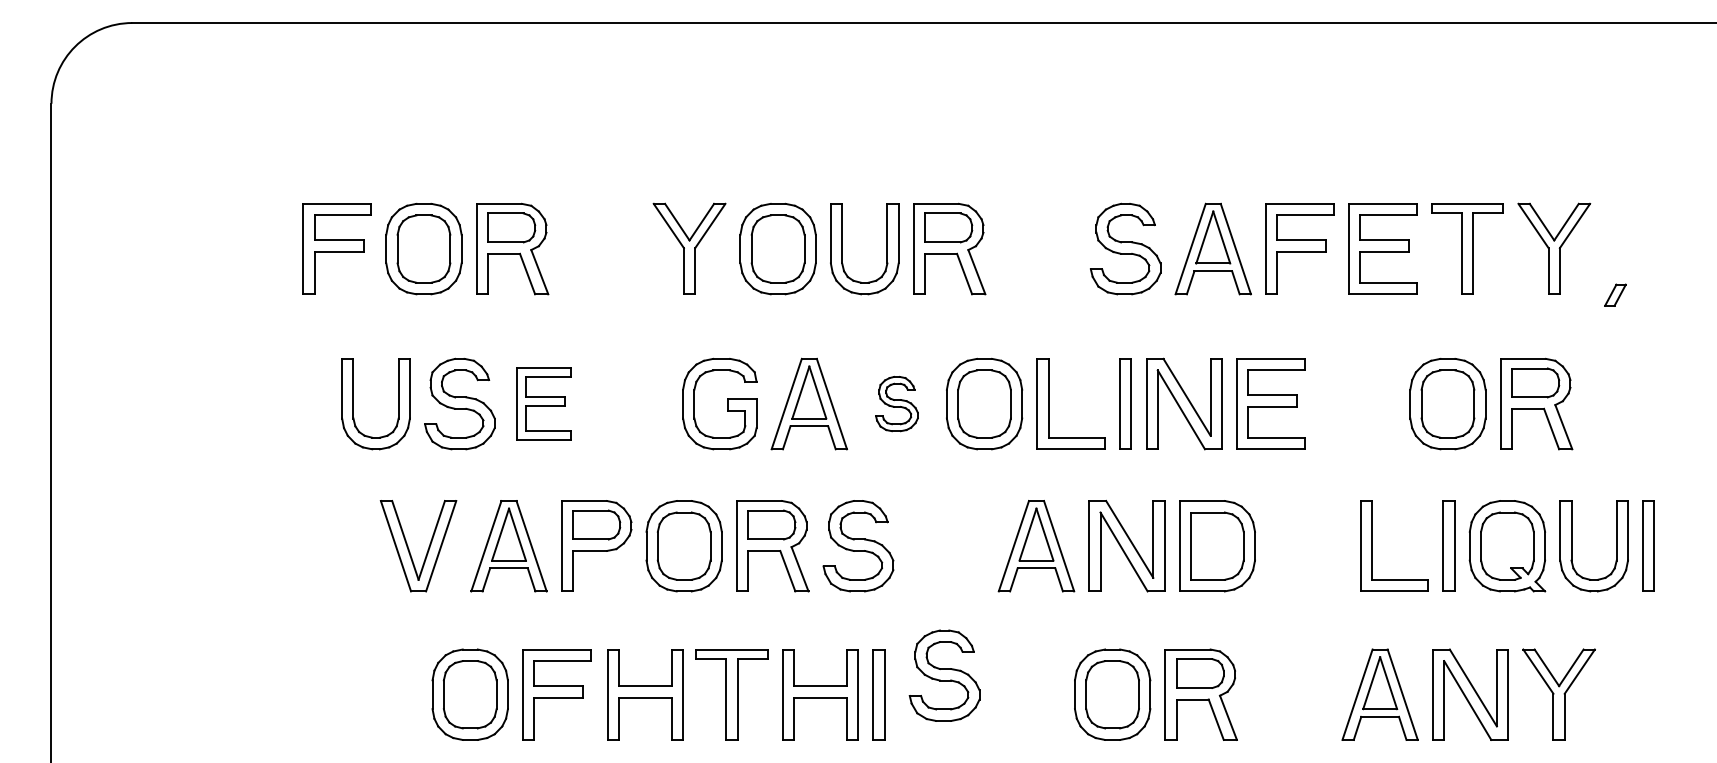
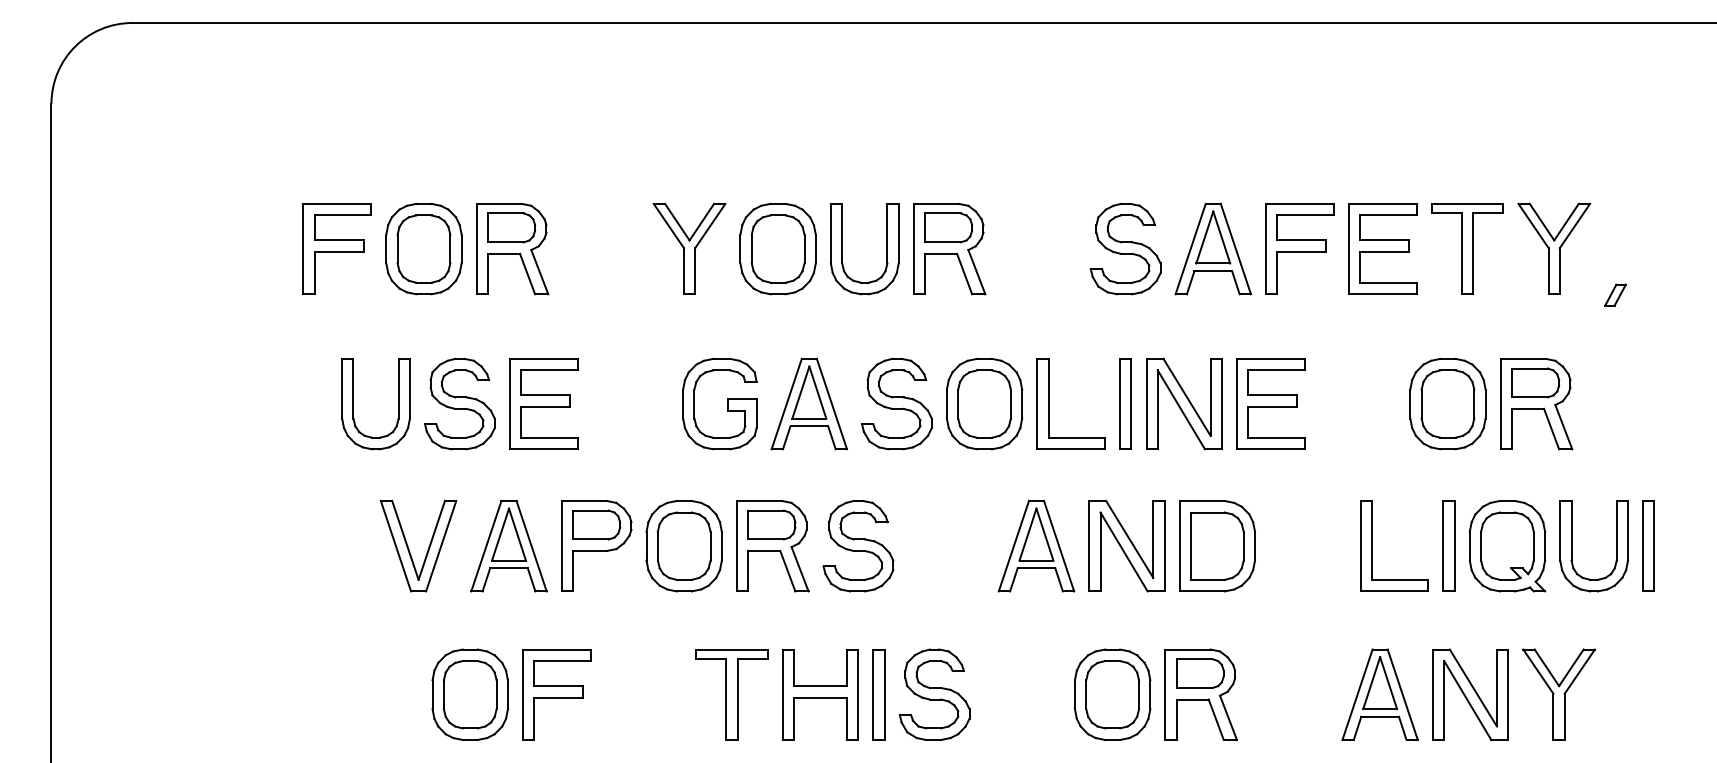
part at (543, 403) size: 56x74 px -> 70x92 px
part at (896, 404) size: 44x57 px -> 72x94 px
part at (944, 675) position: (944, 675) -> (934, 694)
part at (645, 694): present -> none
